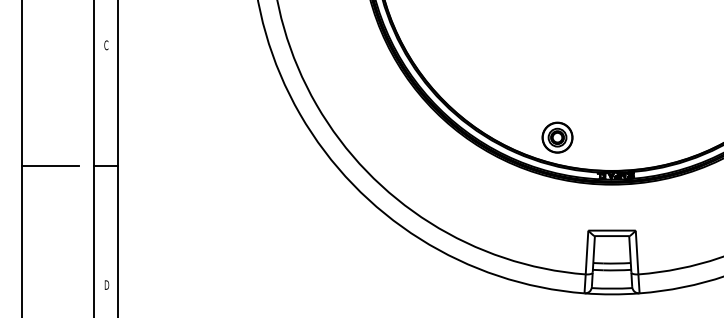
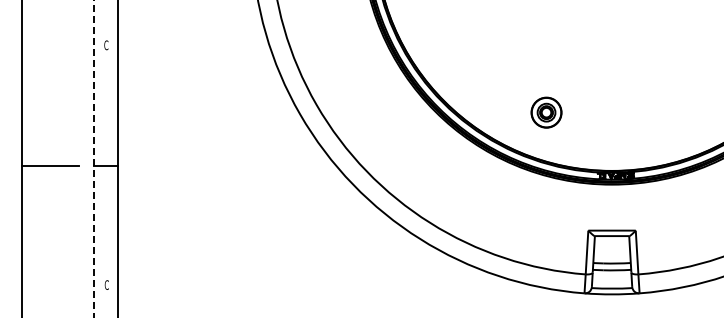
part at (557, 137) position: (557, 137) -> (546, 112)
line at (93, 158): solid -> dashed
text at (106, 284): D -> C
